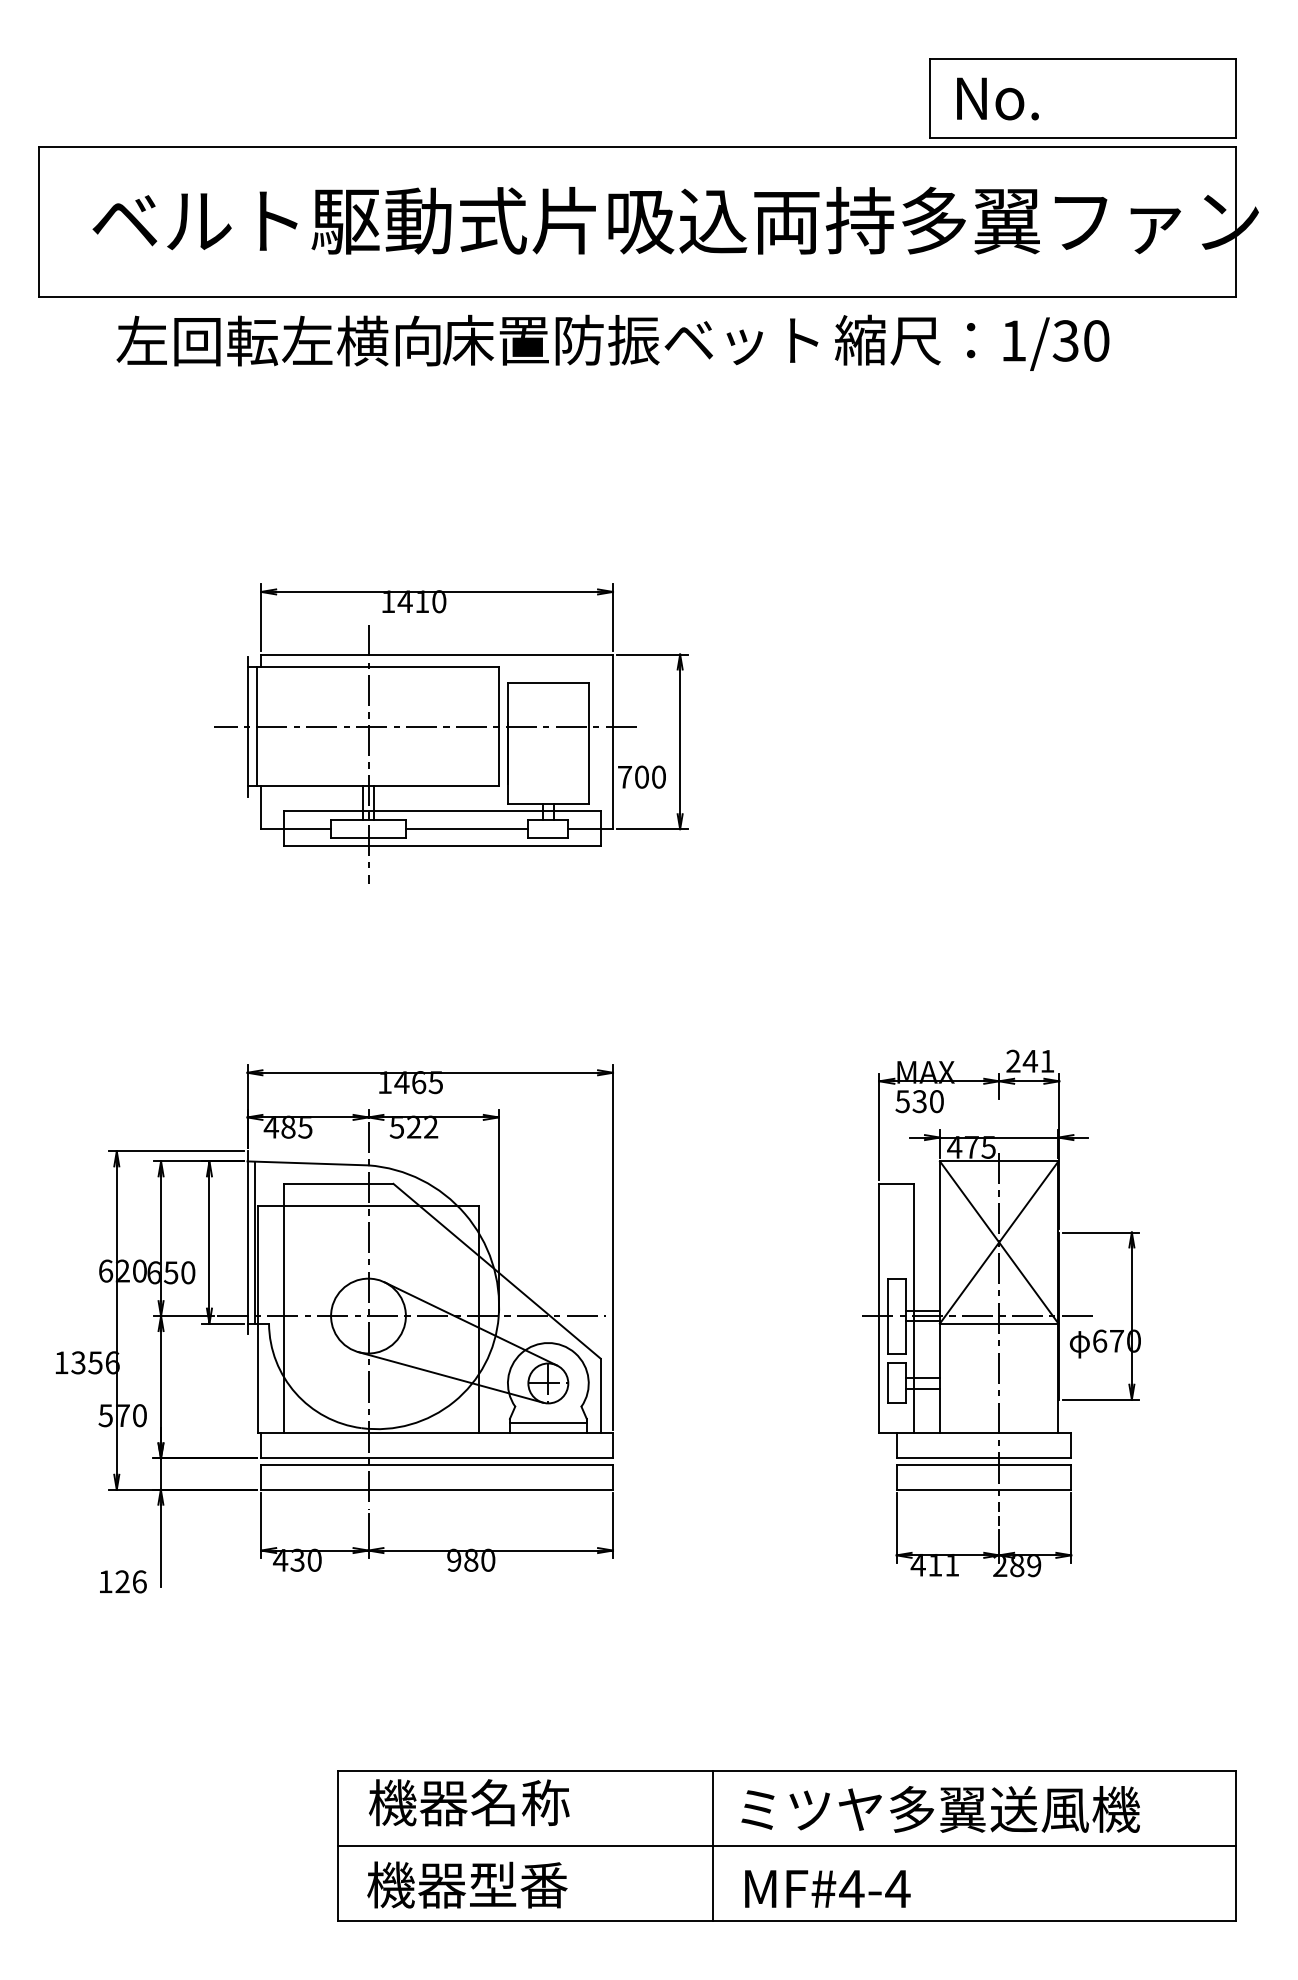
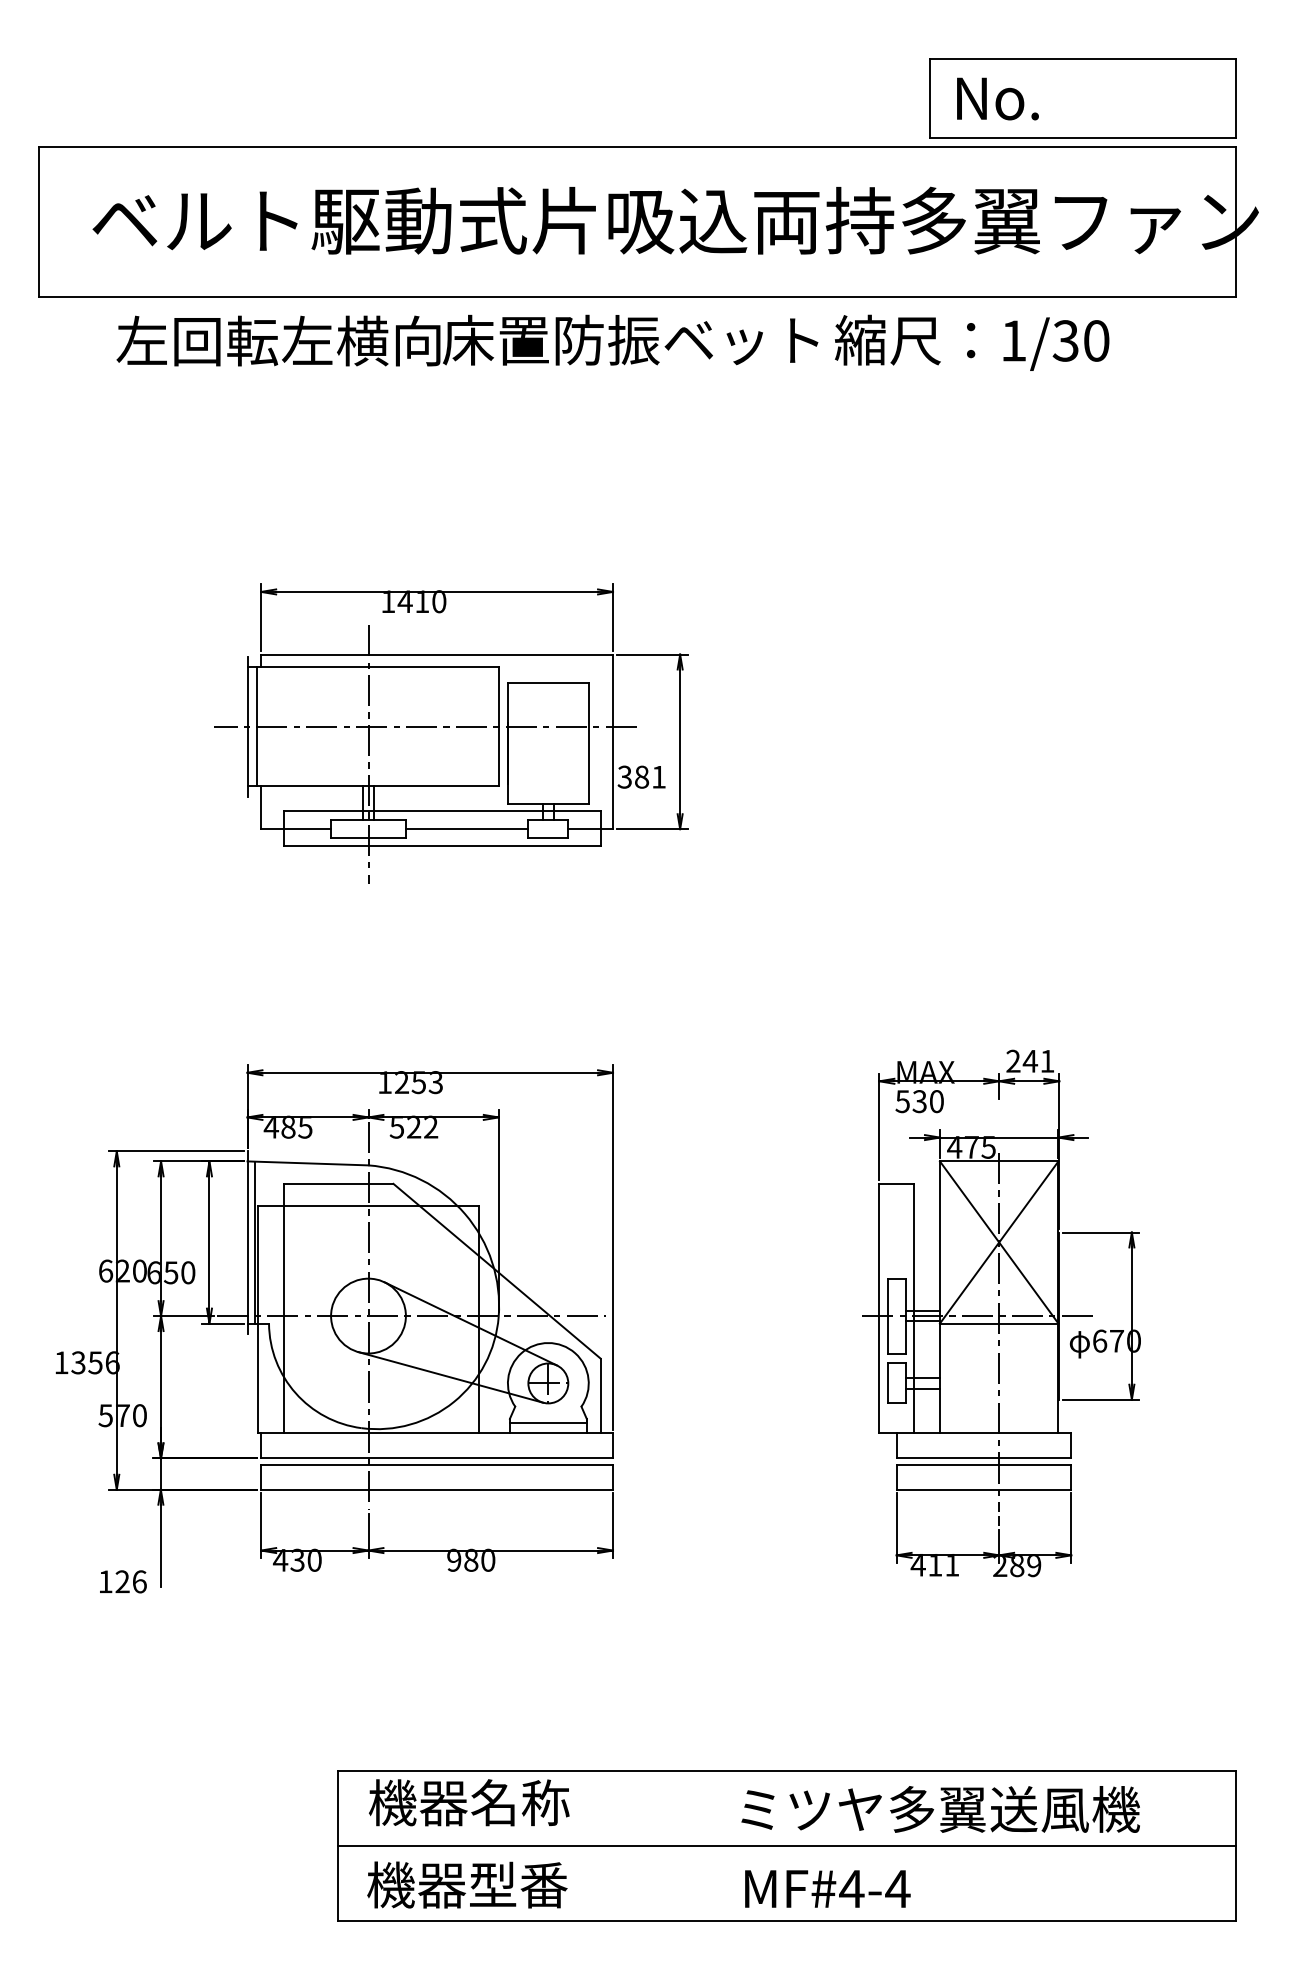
text at (641, 776): 700 -> 381
text at (418, 1082): 1465 -> 1253
line at (712, 1845): present -> none
